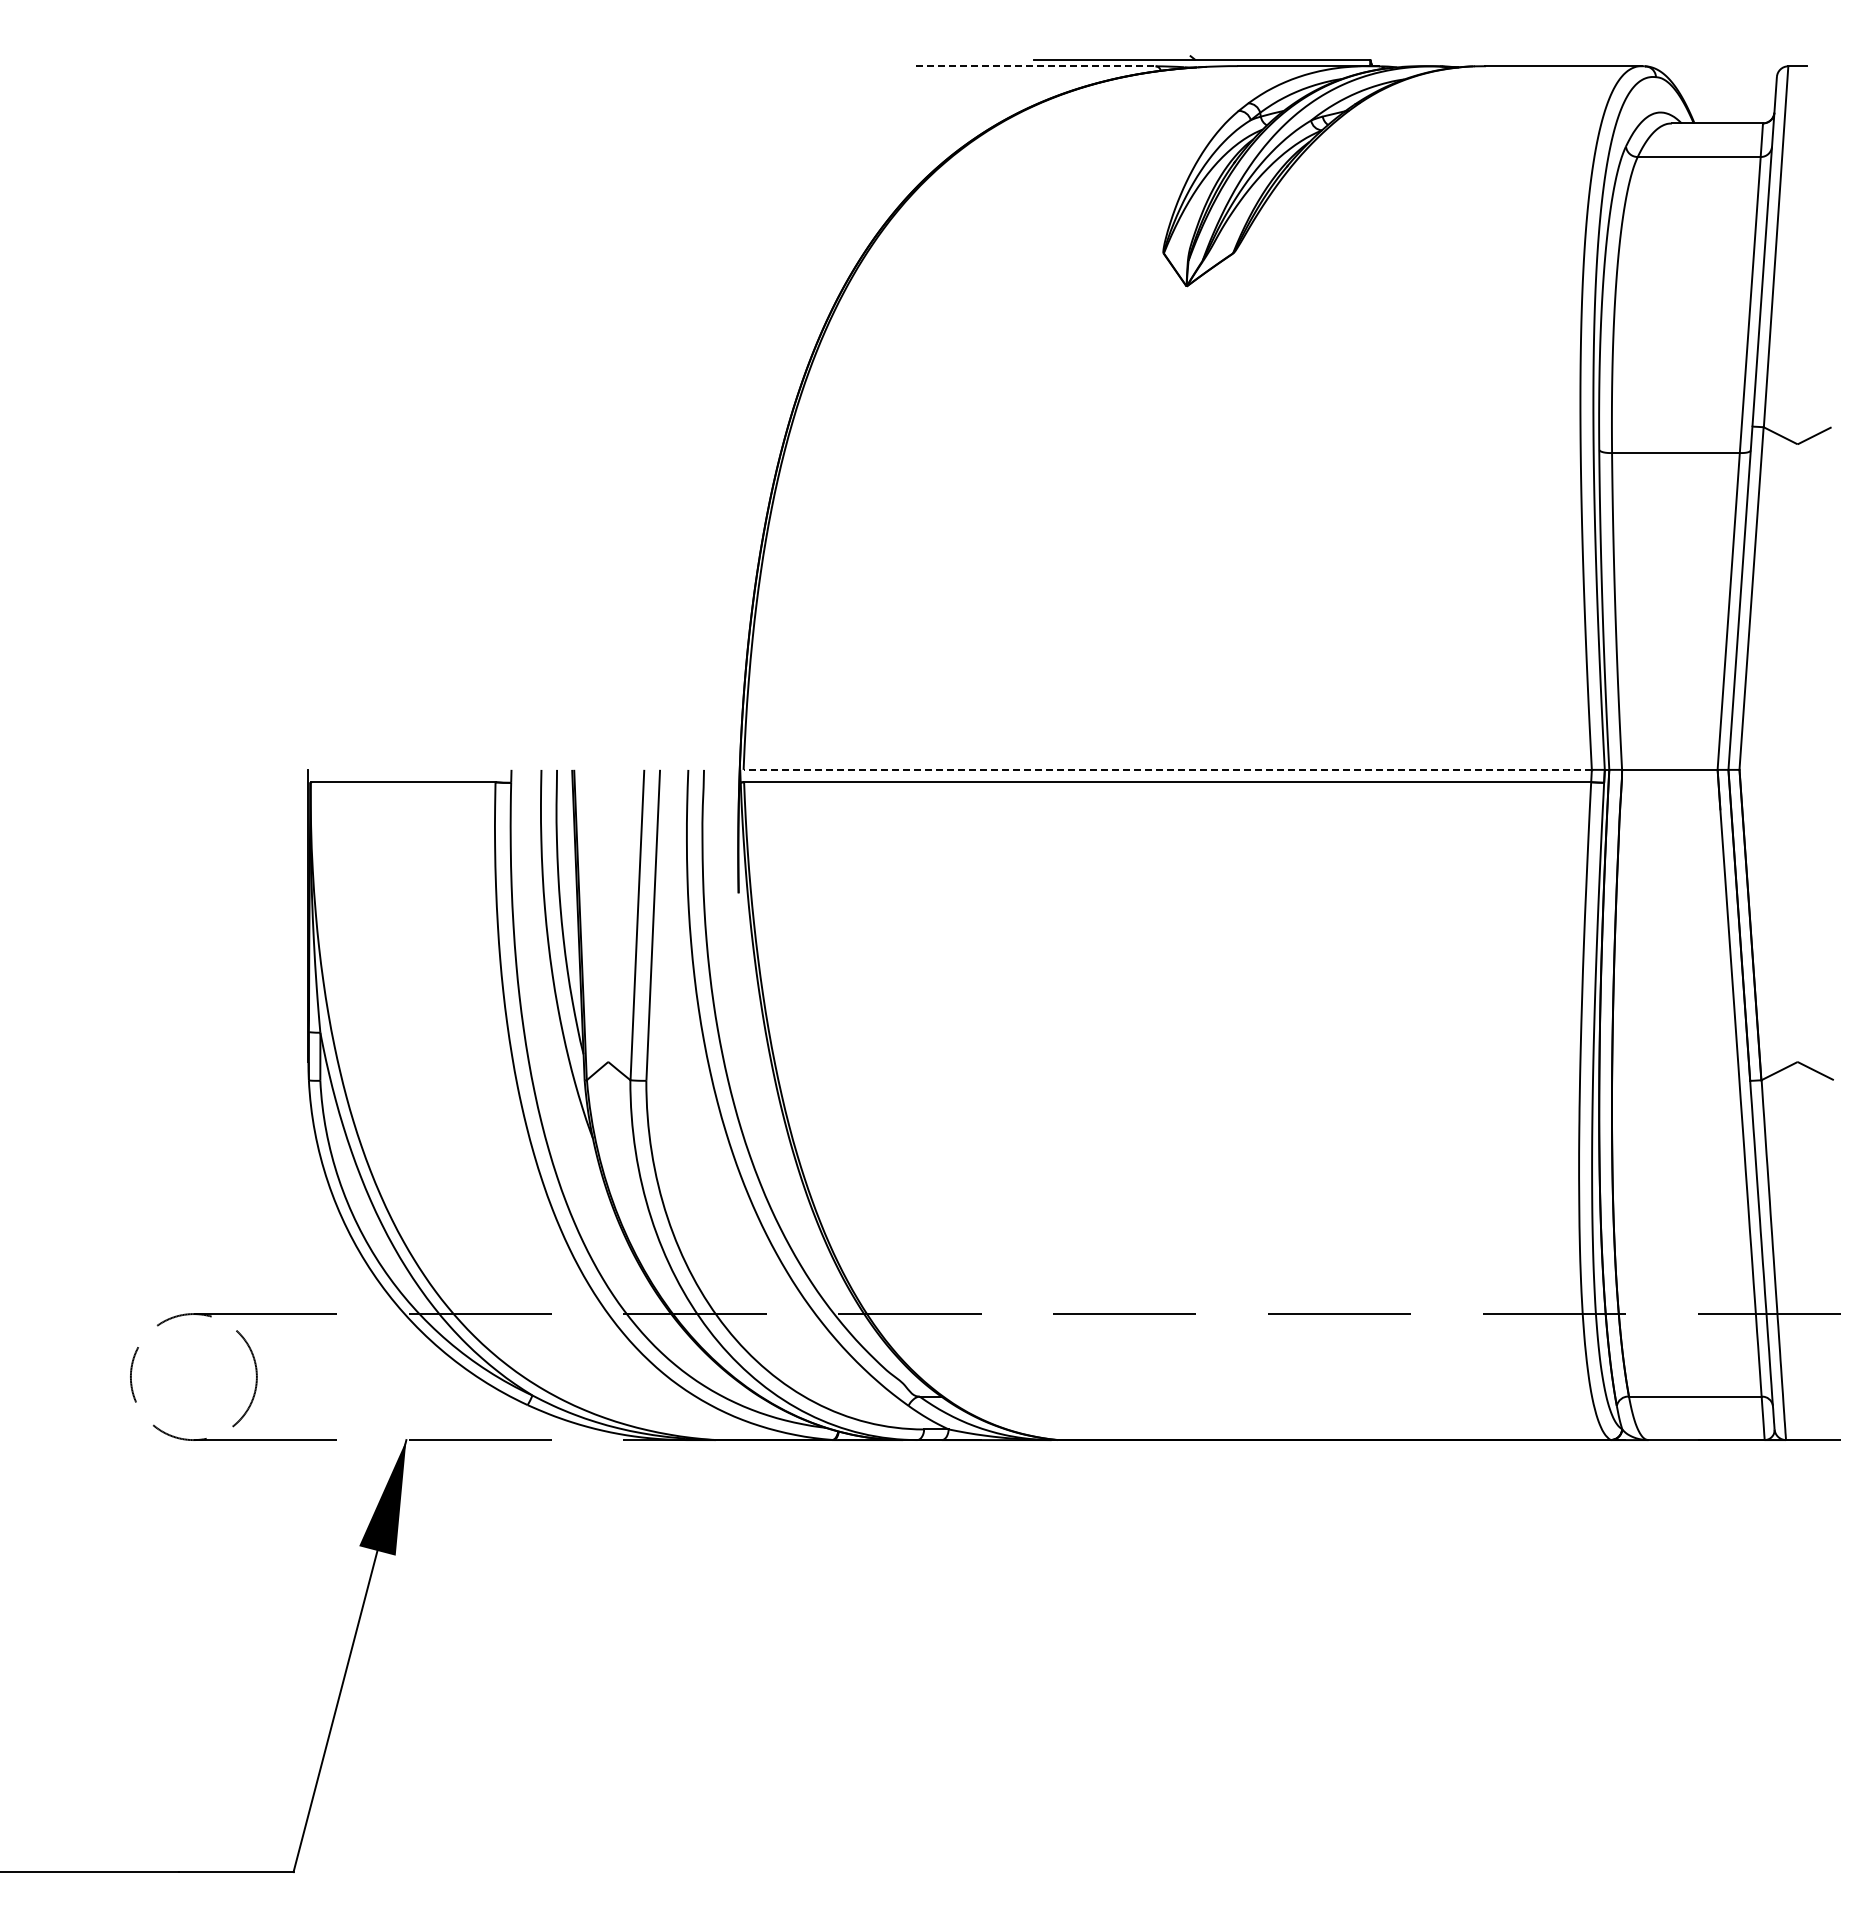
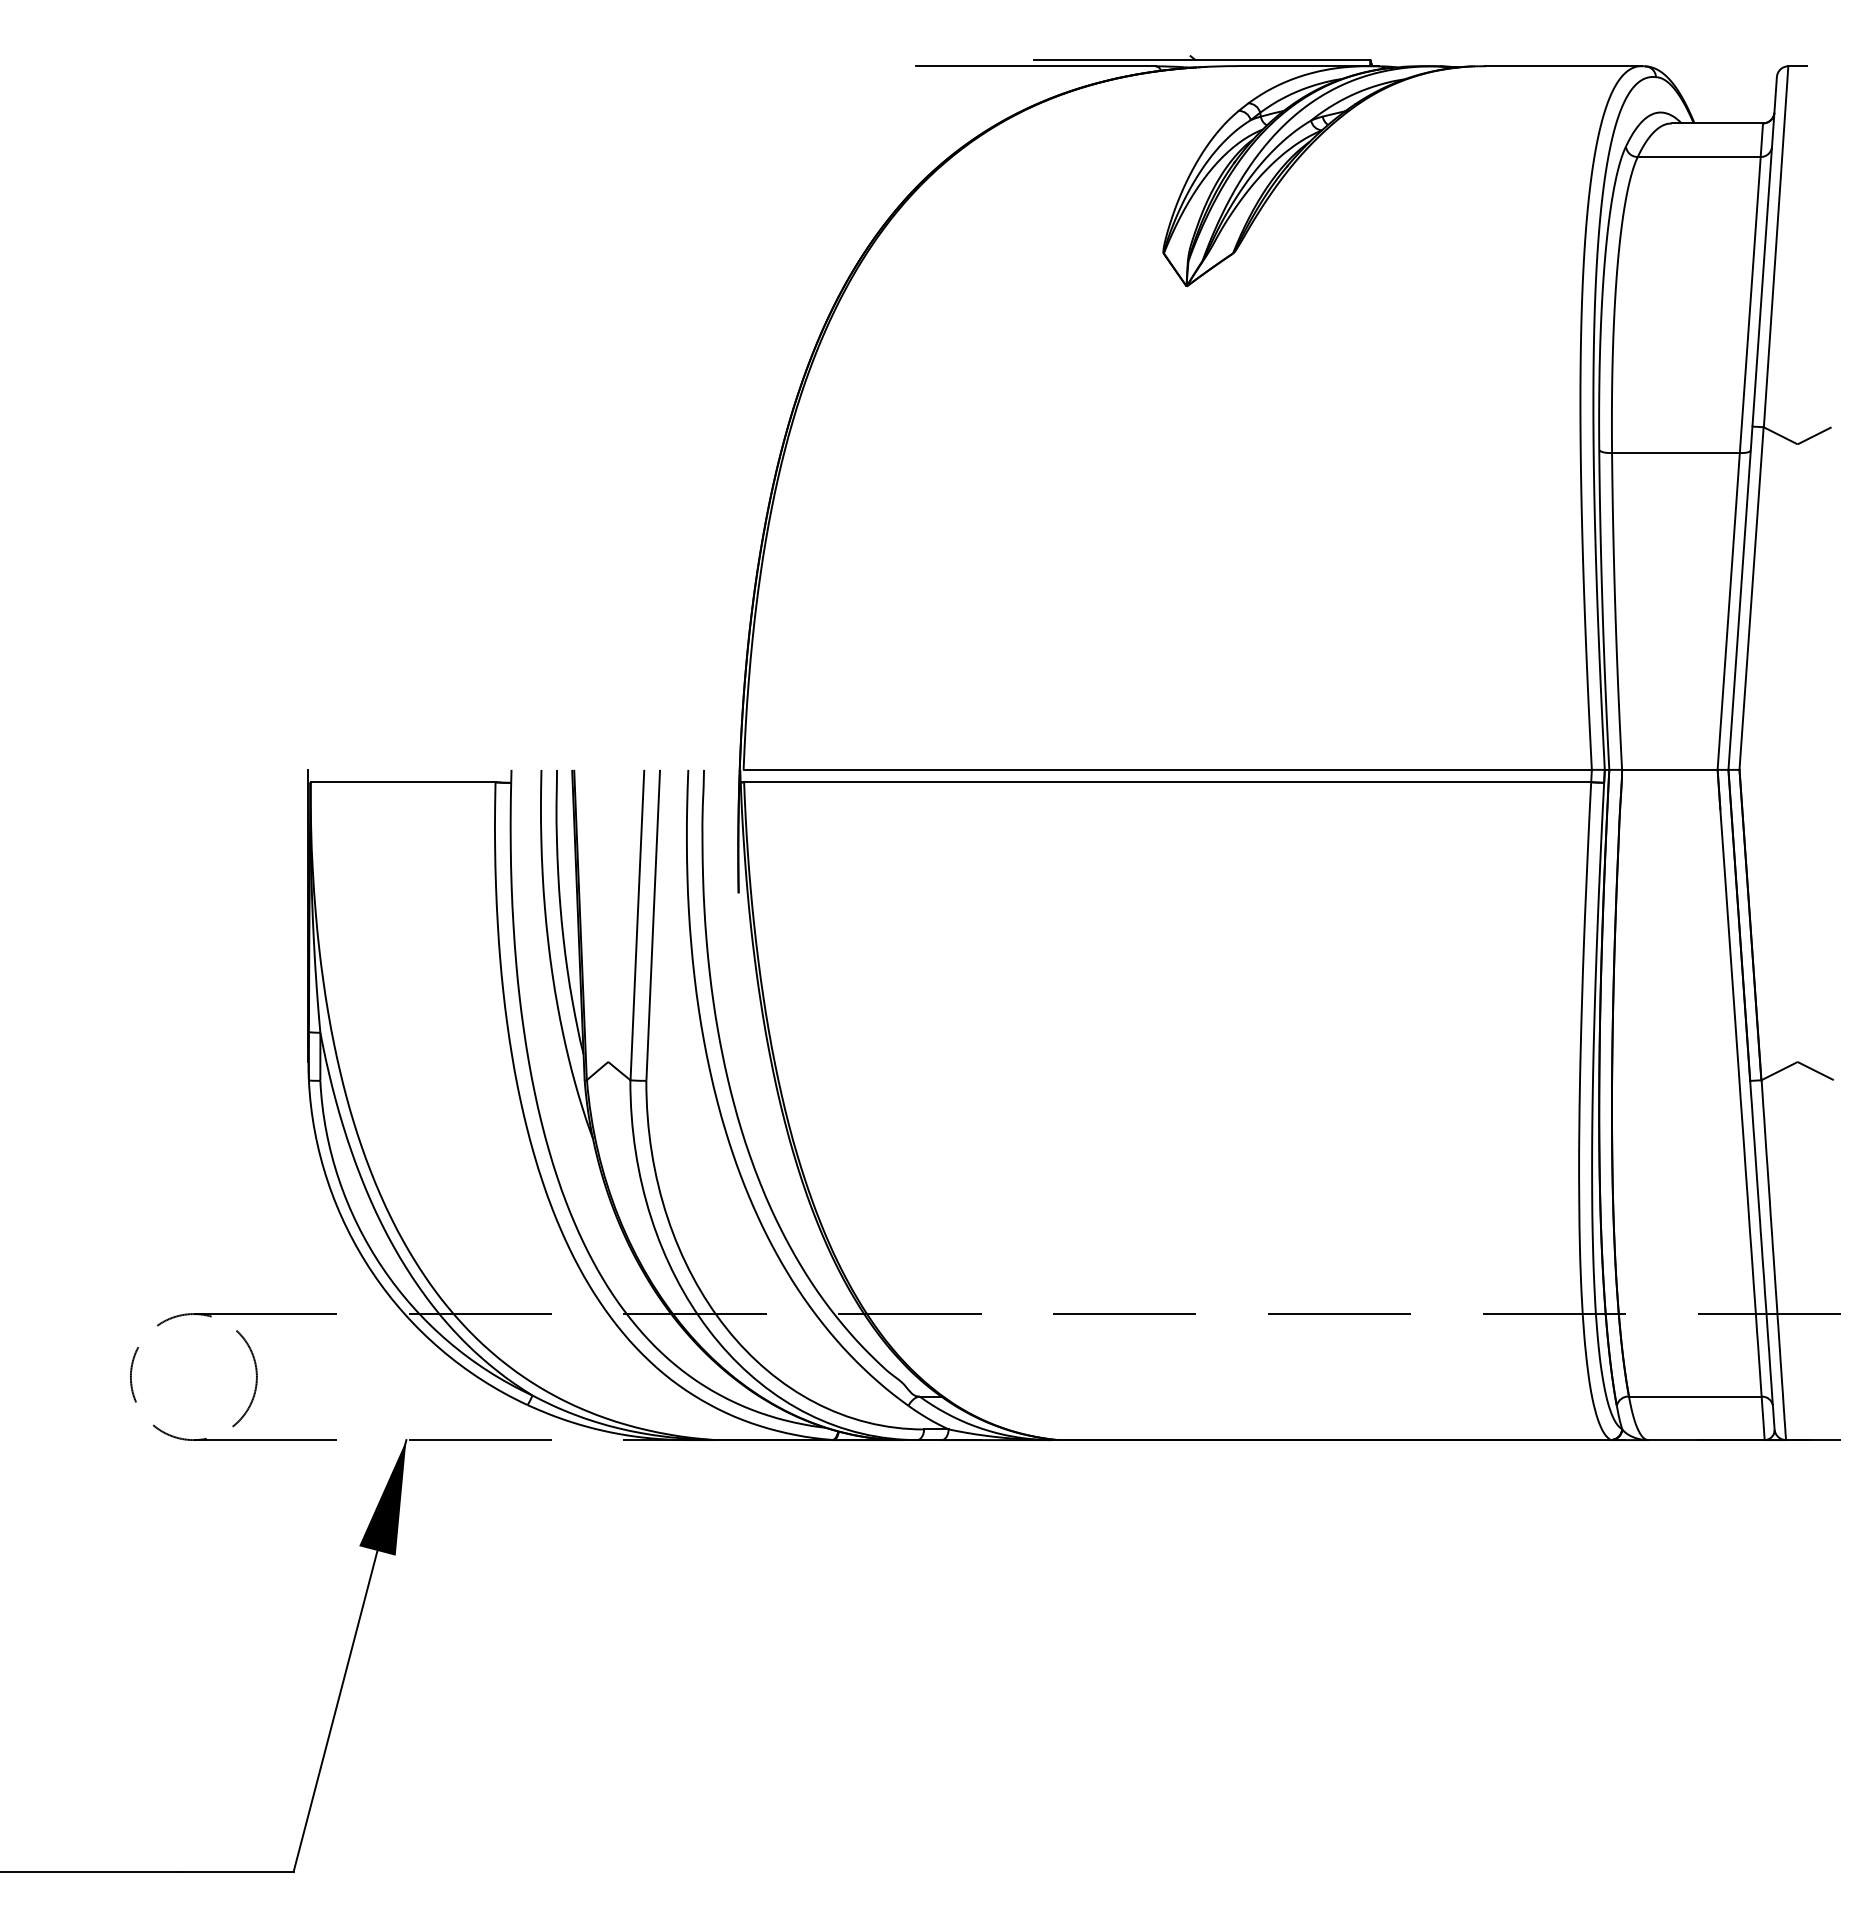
line at (1035, 66): dashed -> solid
line at (1167, 769): dashed -> solid
